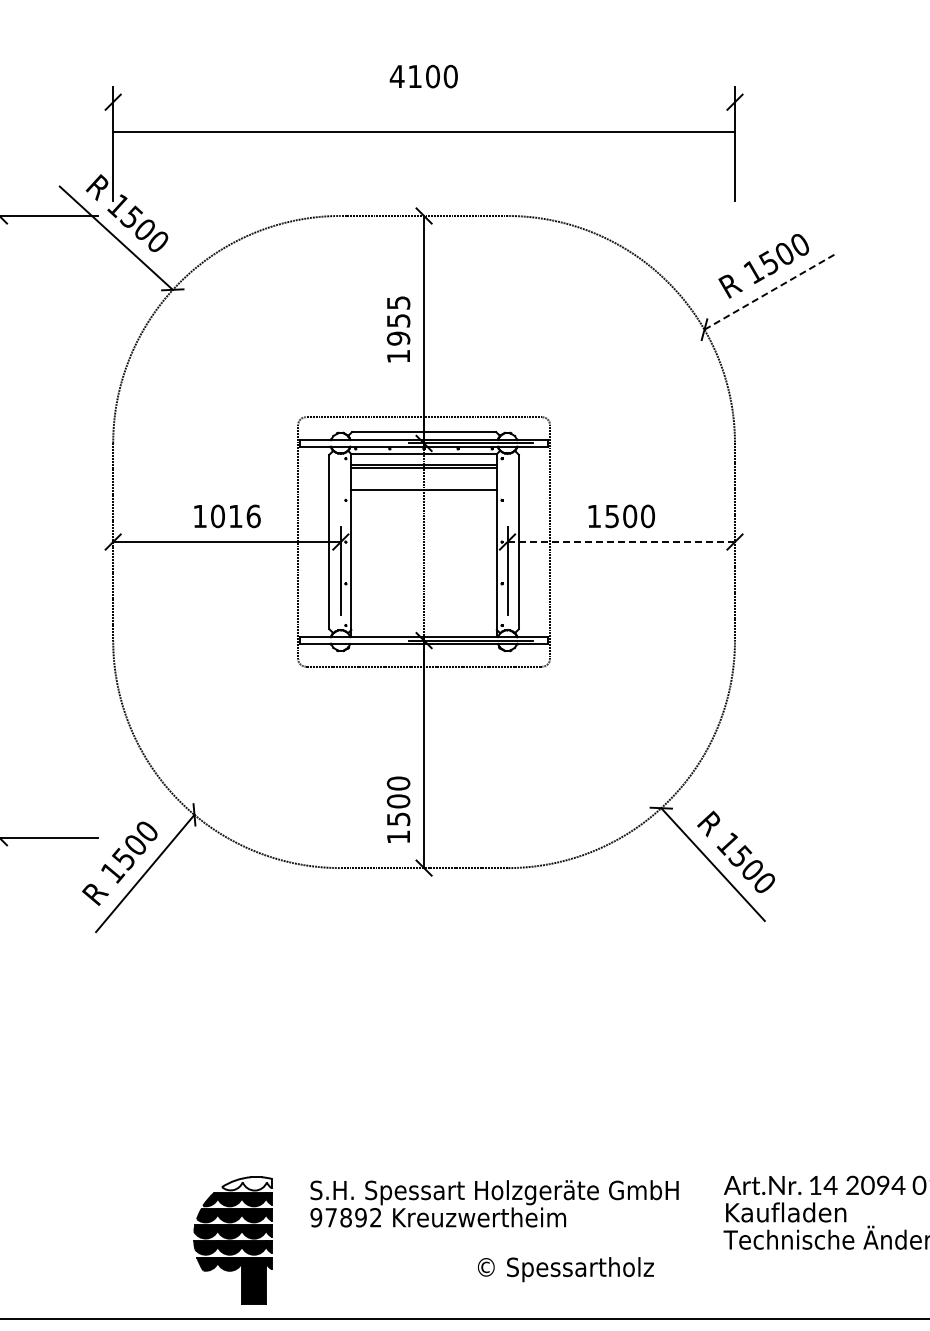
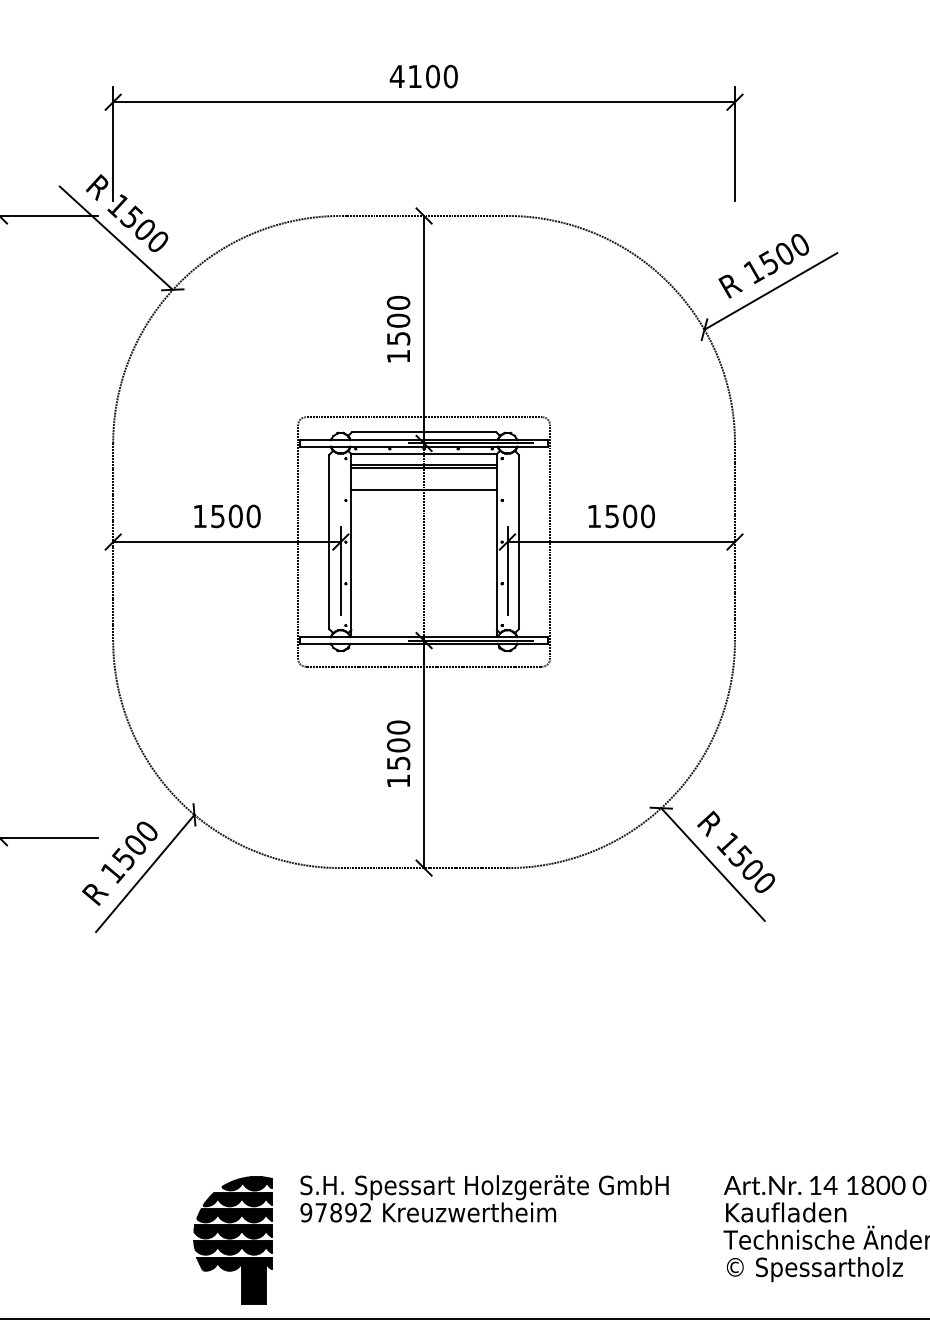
line at (423, 132) position: (423, 132) -> (423, 102)
line at (770, 291): dashed -> solid
text at (398, 320): 1955 -> 1500
text at (235, 516): 1016 -> 1500
line at (621, 542): dashed -> solid
text at (398, 809) position: (398, 809) -> (398, 753)
fill at (246, 1183): none -> present
text at (875, 1184): 2094 -> 1800
text at (494, 1203) position: (494, 1203) -> (484, 1198)
text at (565, 1269) position: (565, 1269) -> (814, 1269)
